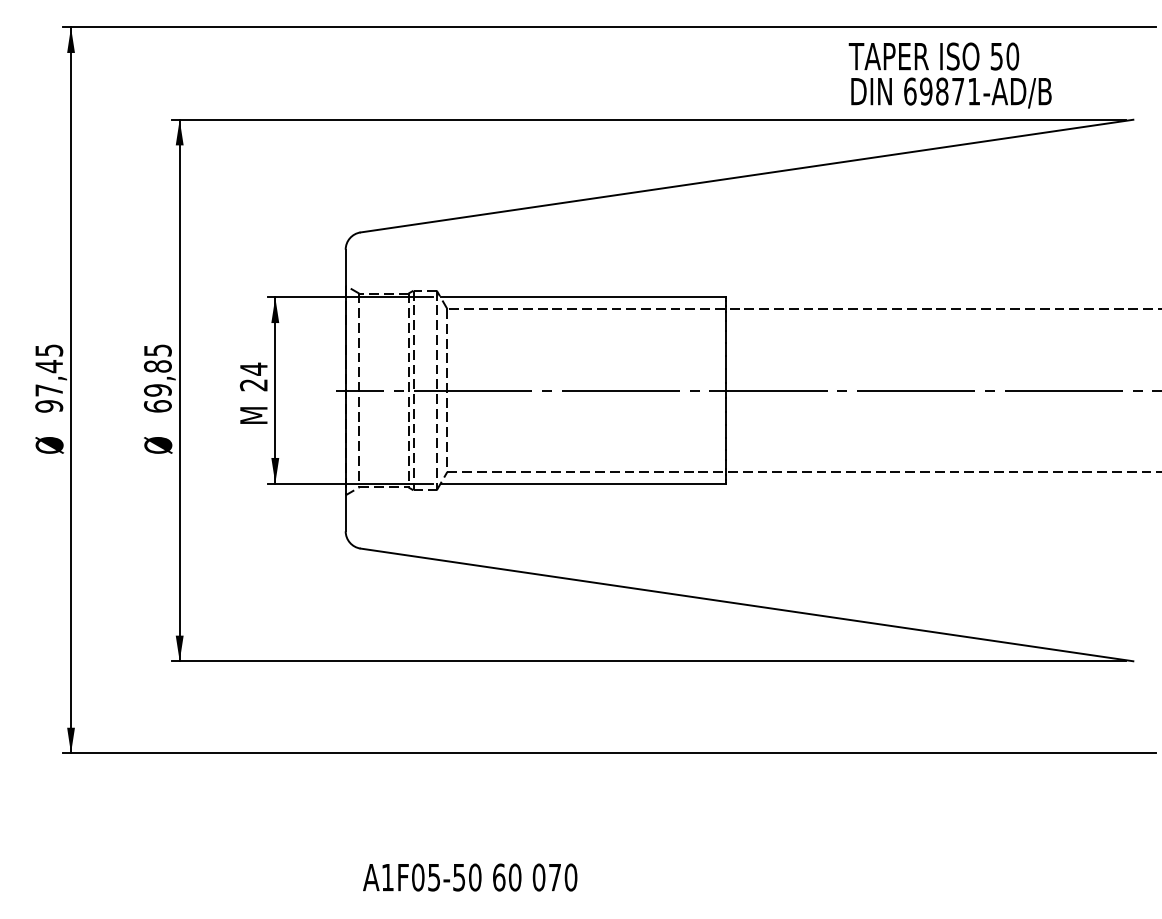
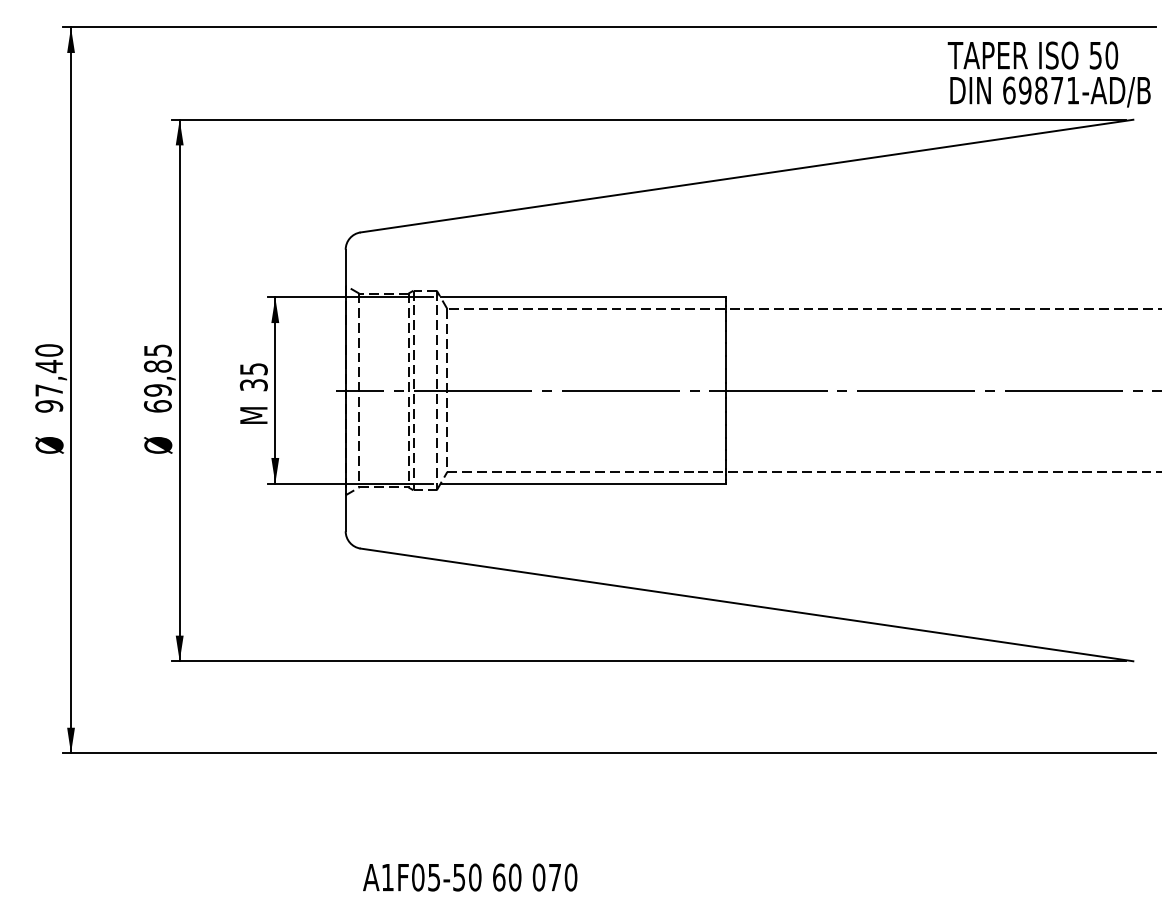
text at (949, 75) position: (949, 75) -> (1048, 74)
text at (49, 350): 97,45 -> 97,40
text at (253, 376): 24 -> 35
